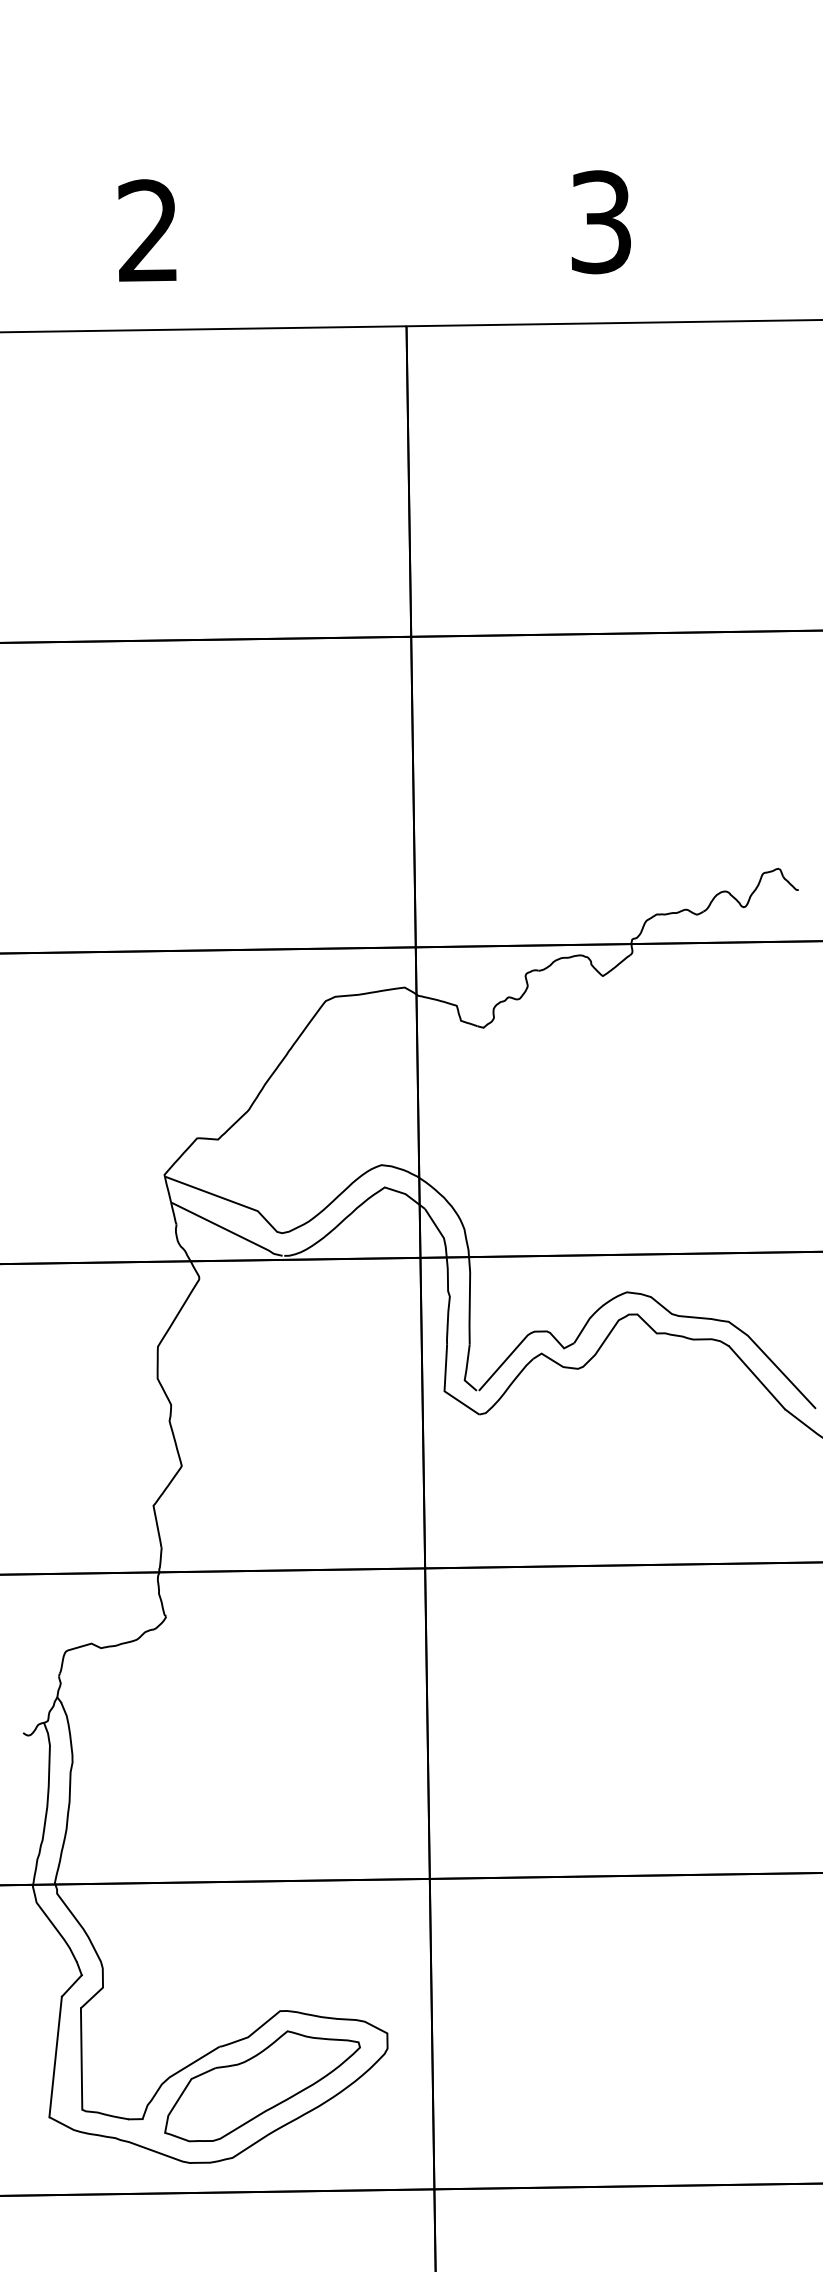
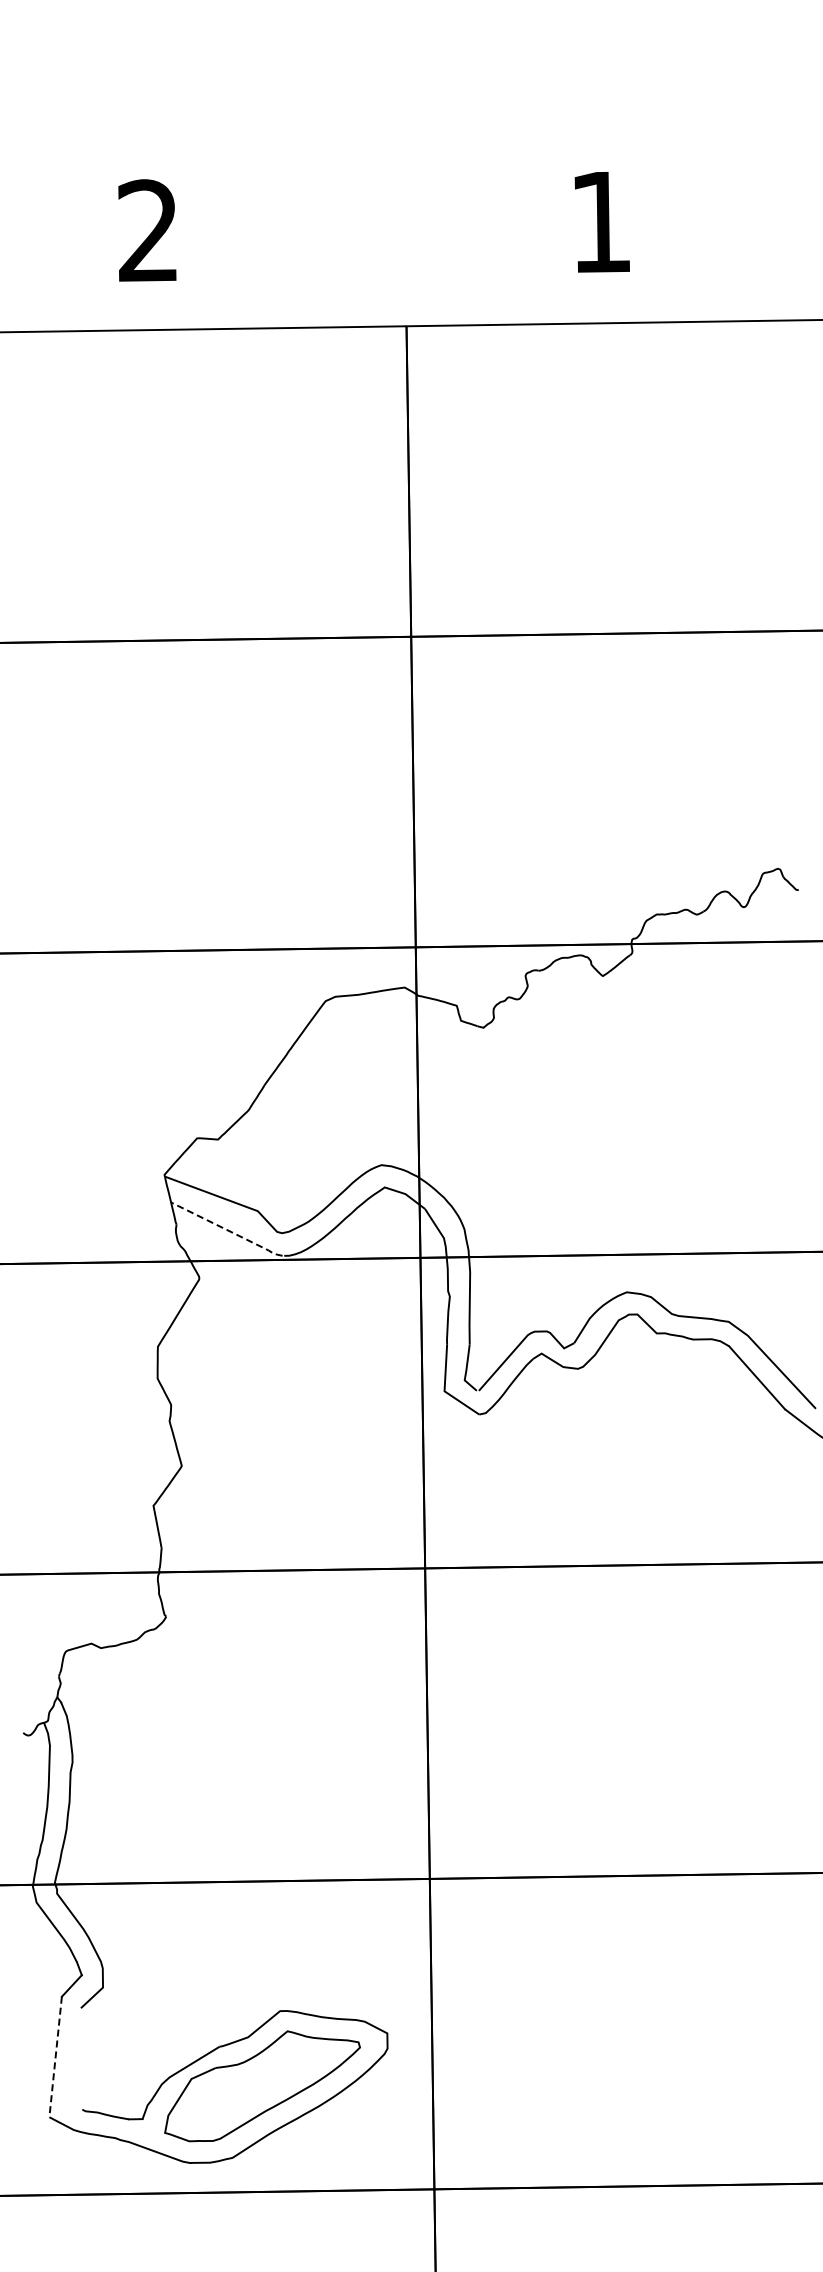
text at (600, 222): 3 -> 1
line at (227, 1230): solid -> dashed
line at (55, 2056): solid -> dashed
line at (81, 2058): present -> none
